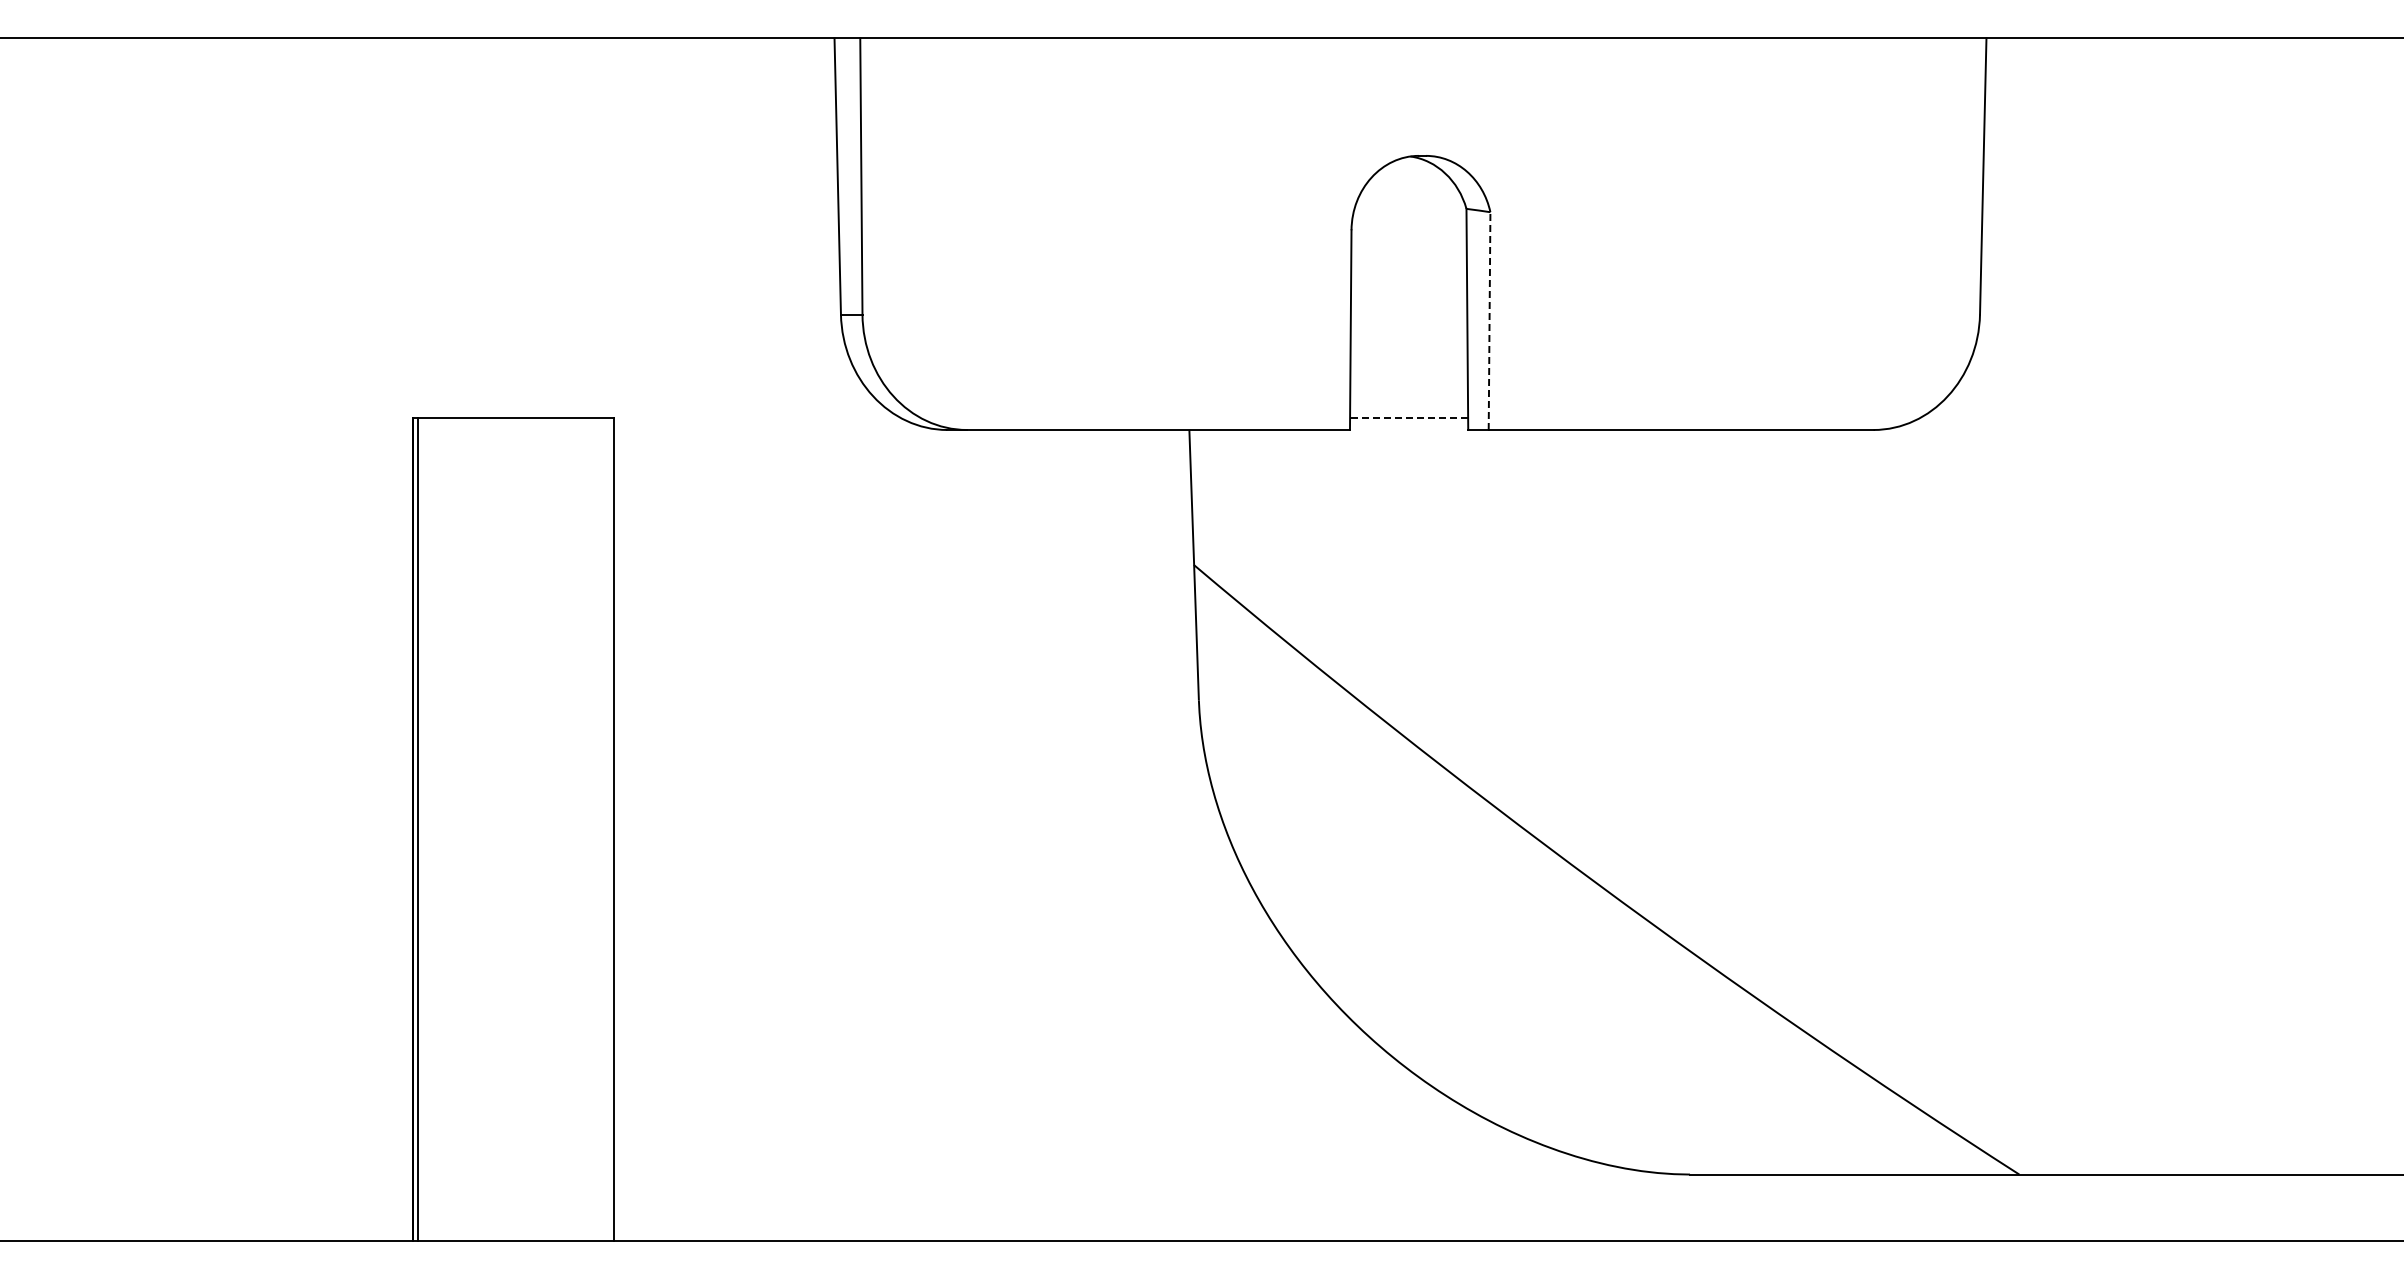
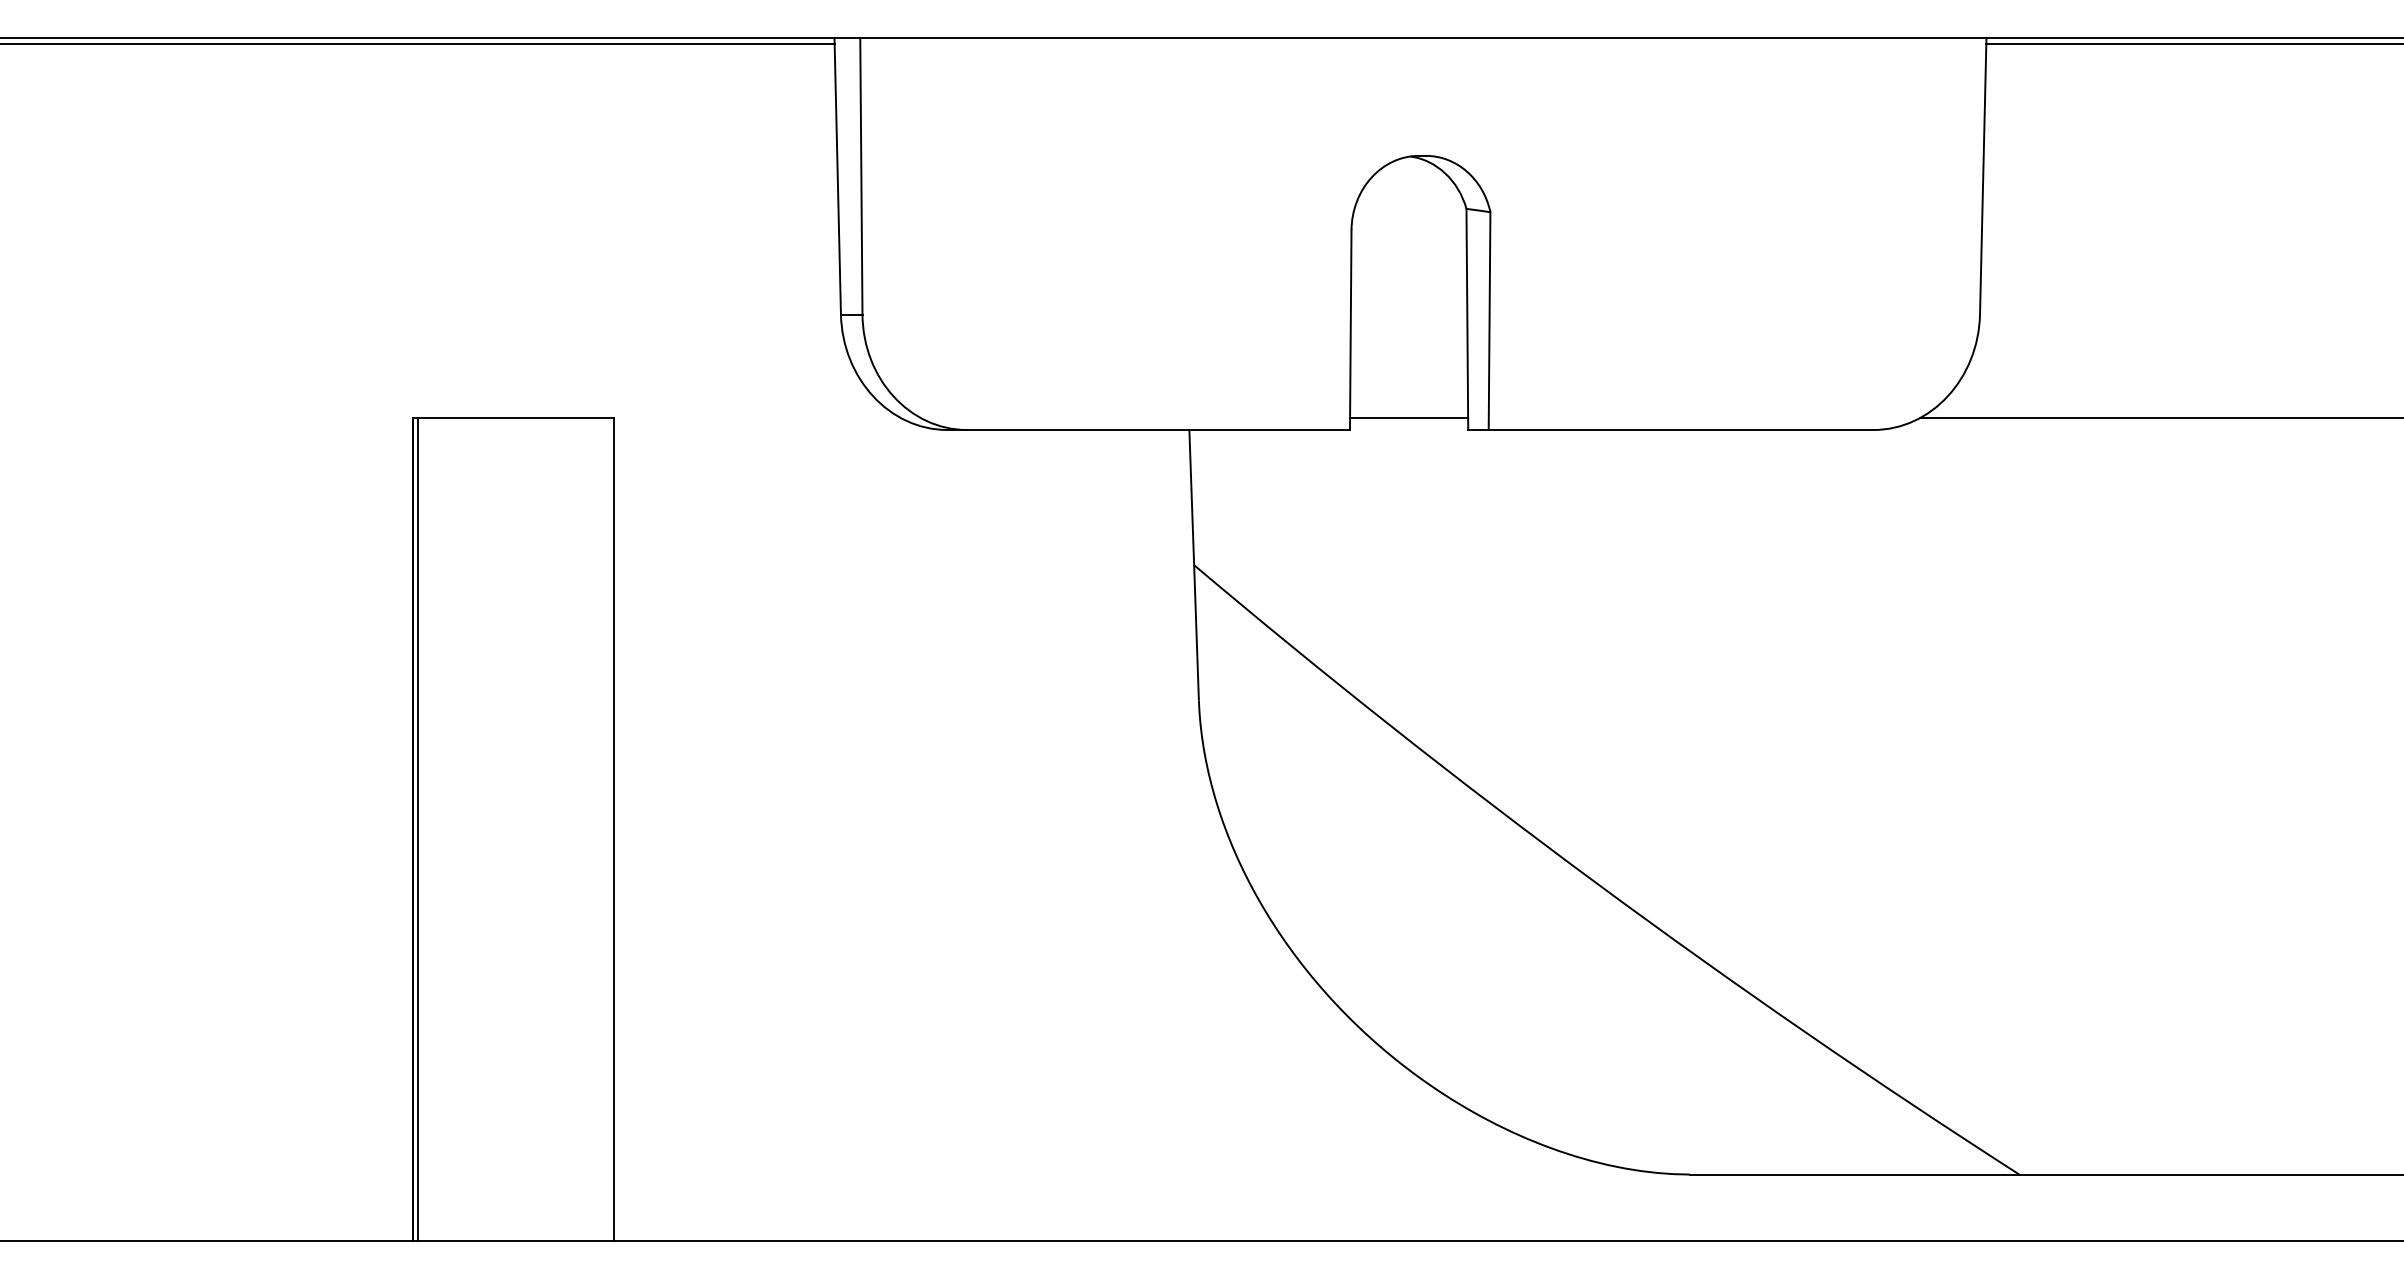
line at (418, 44): none -> present
line at (2193, 44): none -> present
line at (1489, 321): dashed -> solid
line at (1408, 418): dashed -> solid
line at (2159, 418): none -> present
